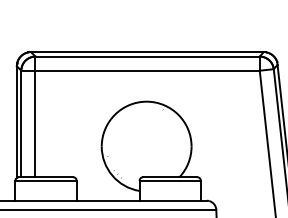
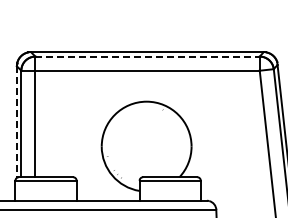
line at (148, 56): solid -> dashed
line at (16, 122): solid -> dashed
